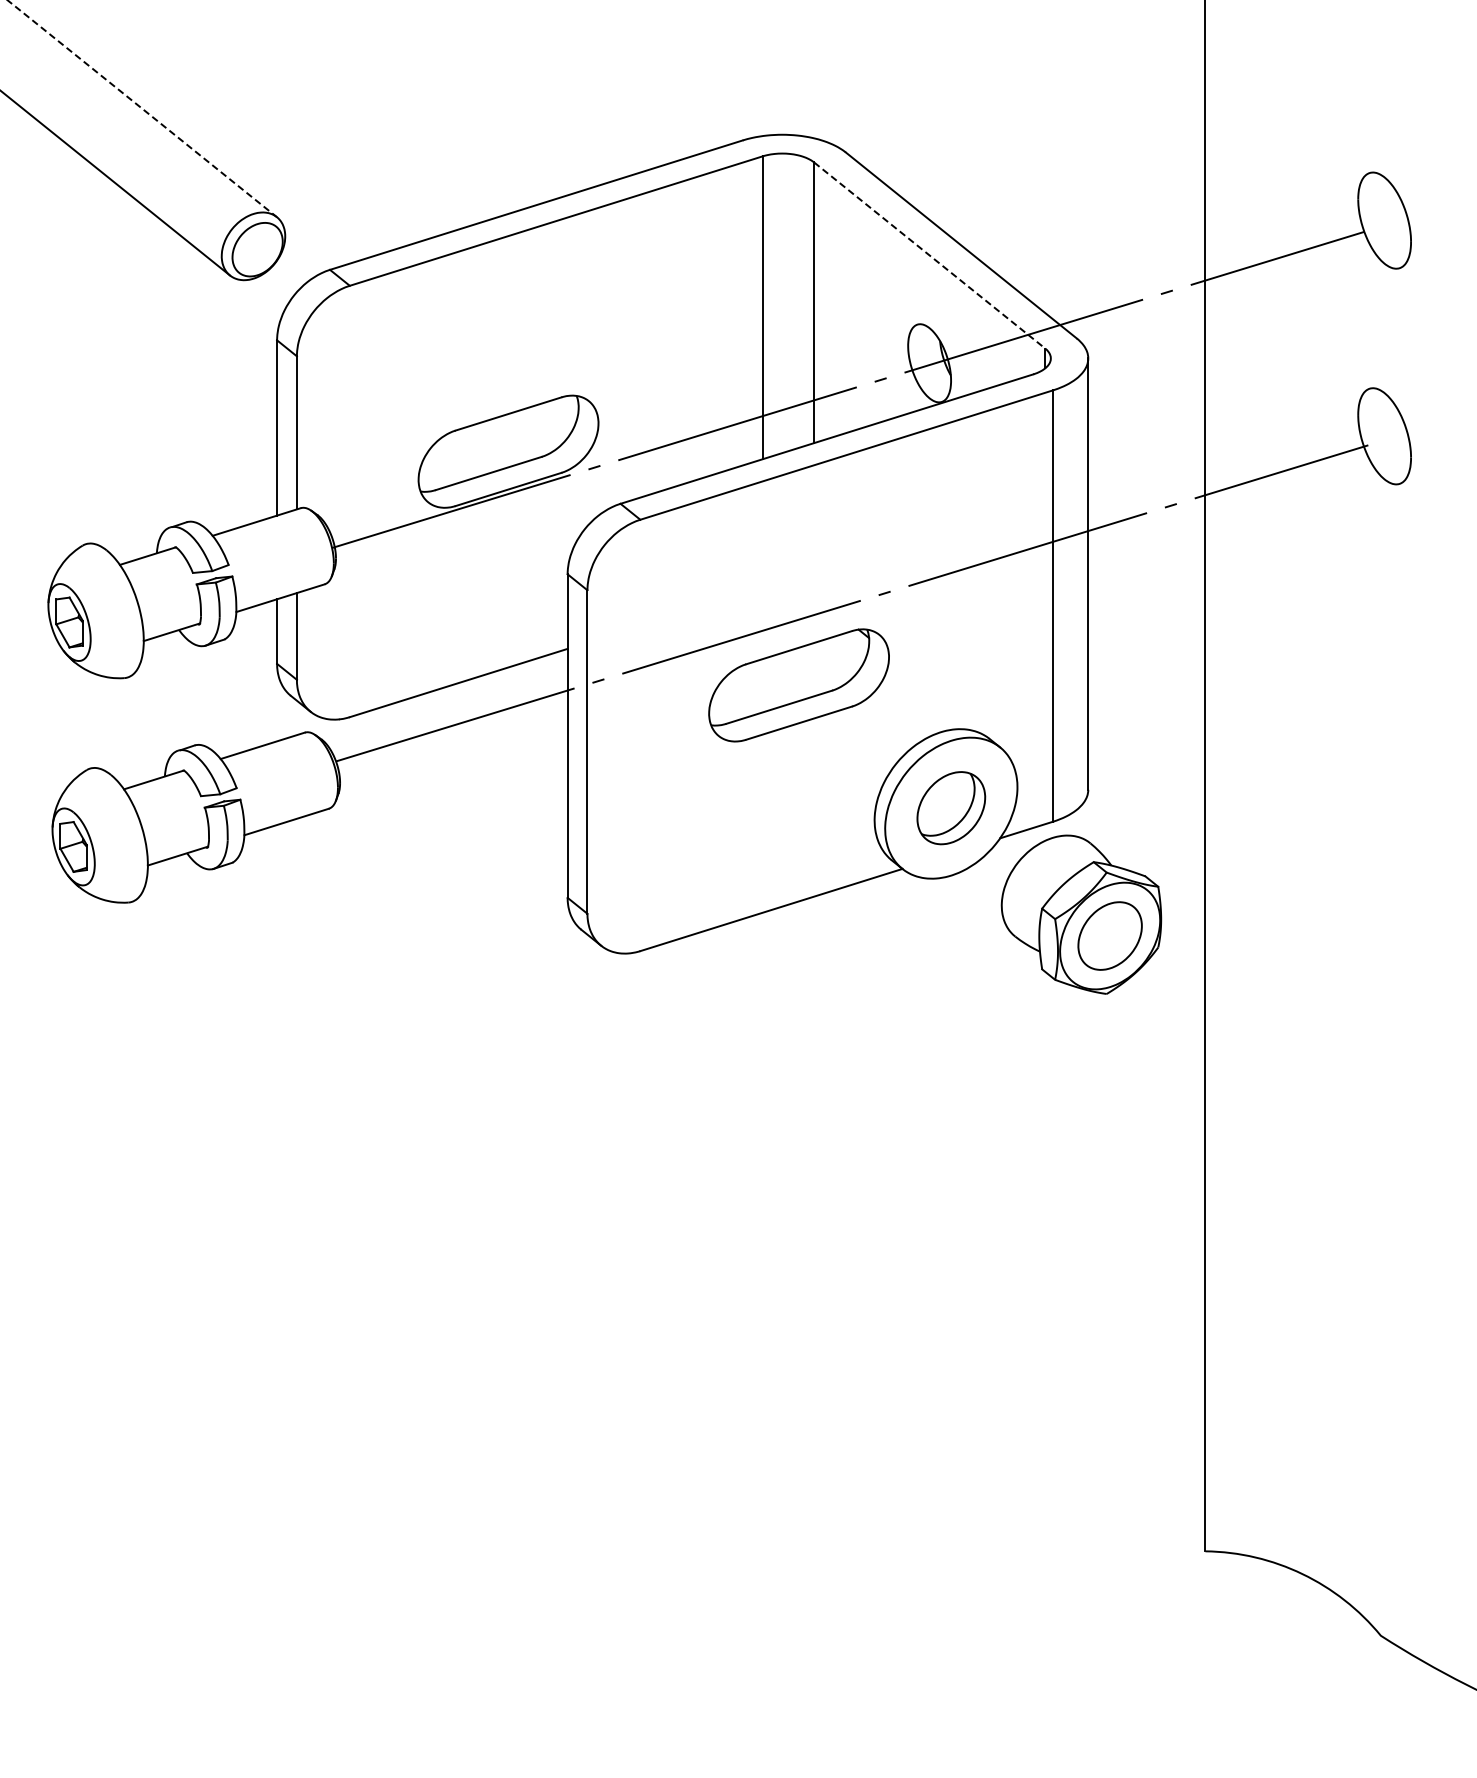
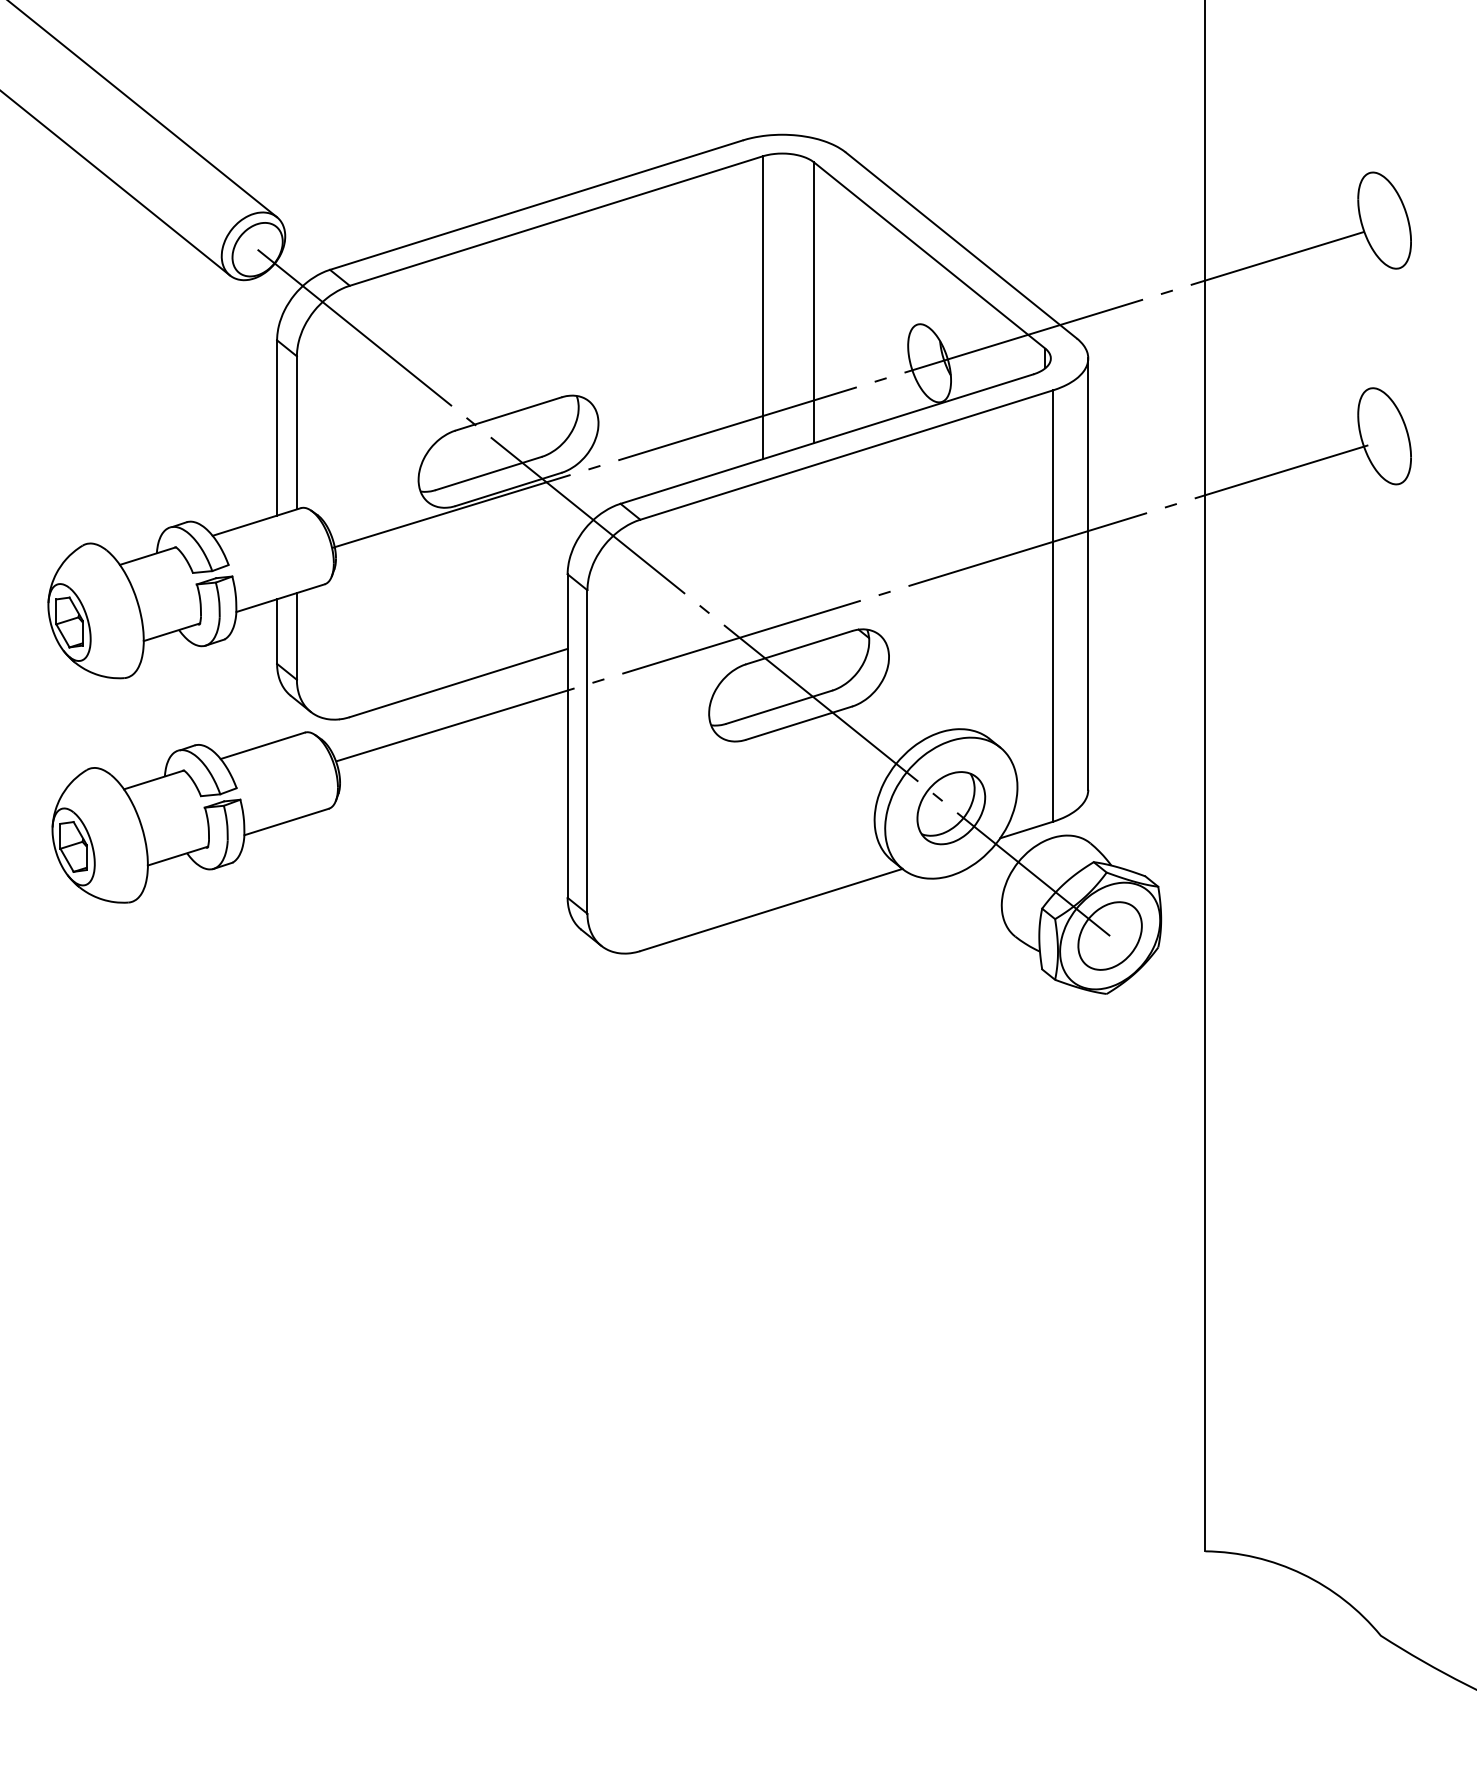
line at (142, 109): dashed -> solid
line at (930, 255): dashed -> solid
line at (683, 592): none -> present
